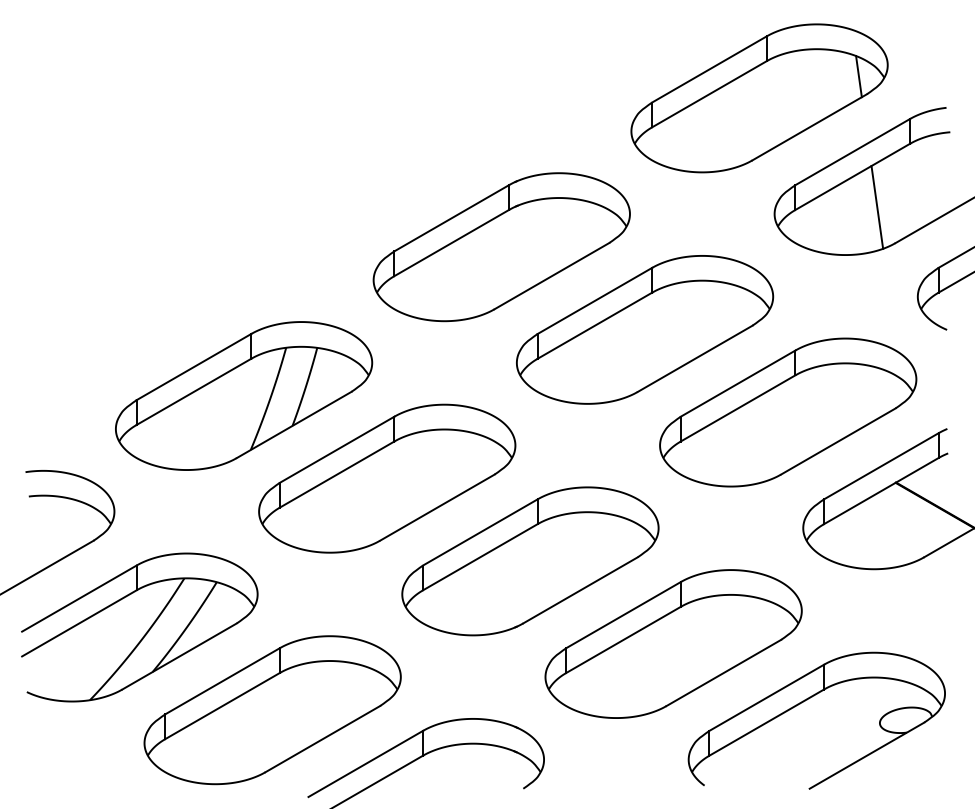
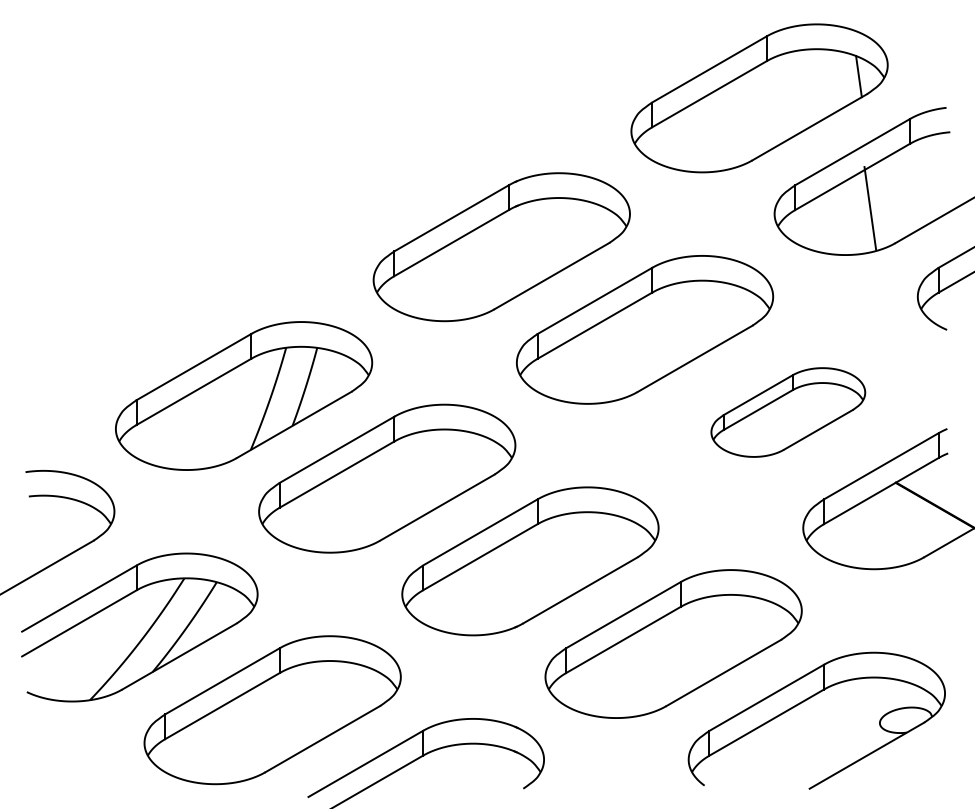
line at (877, 207) position: (877, 207) -> (870, 208)
part at (788, 412) size: 259x151 px -> 157x91 px
